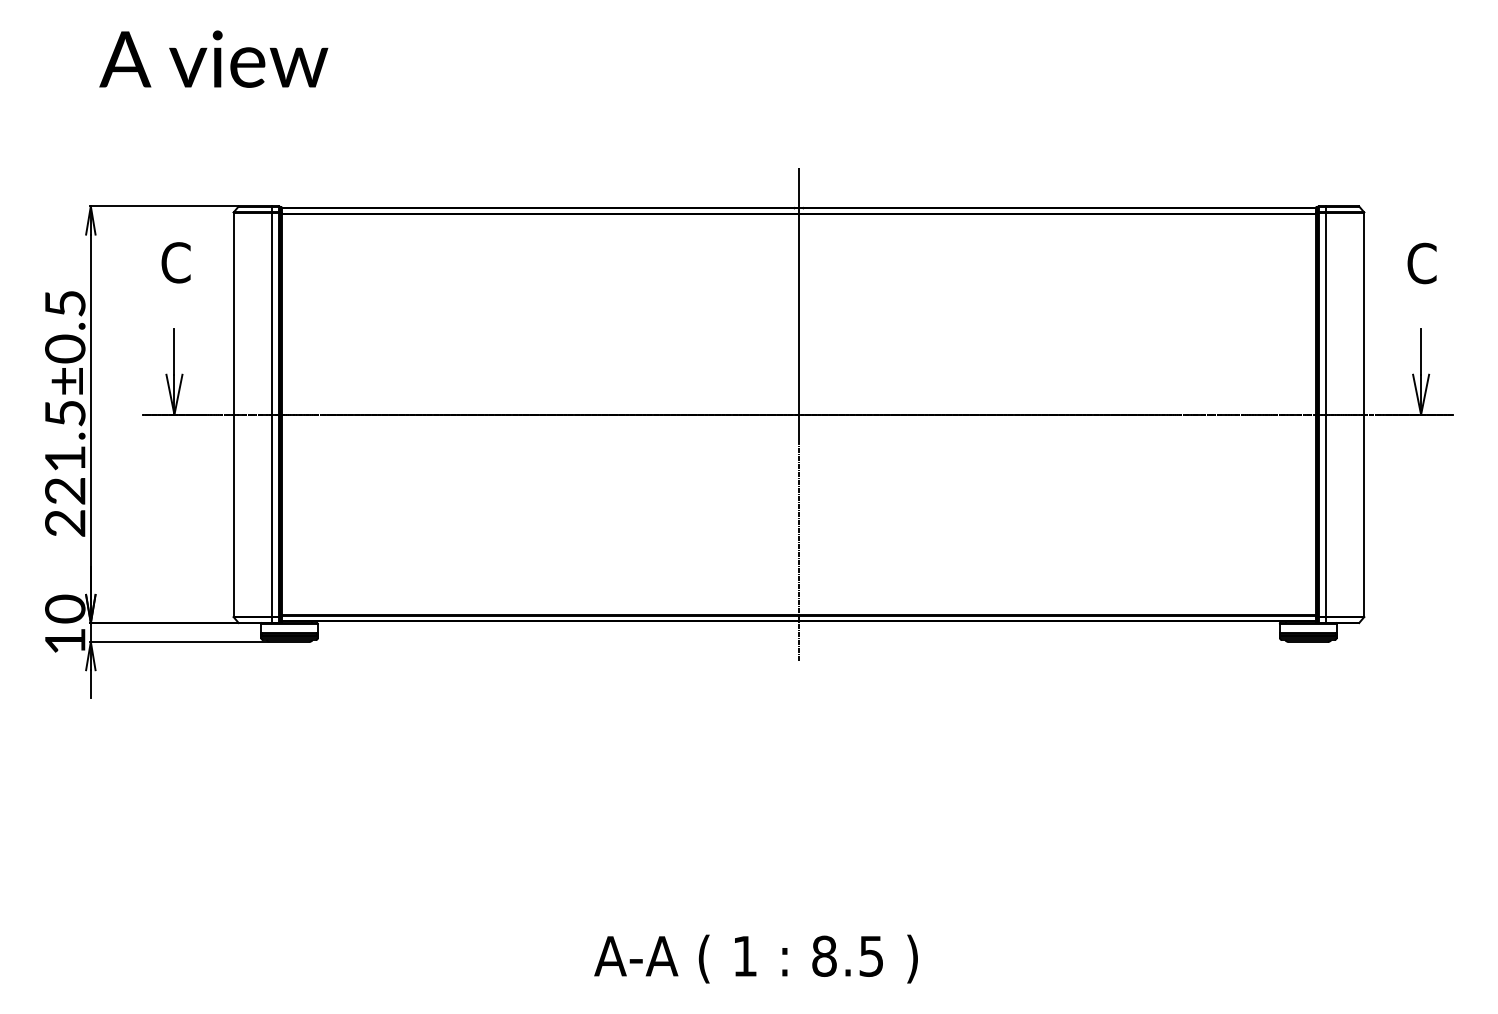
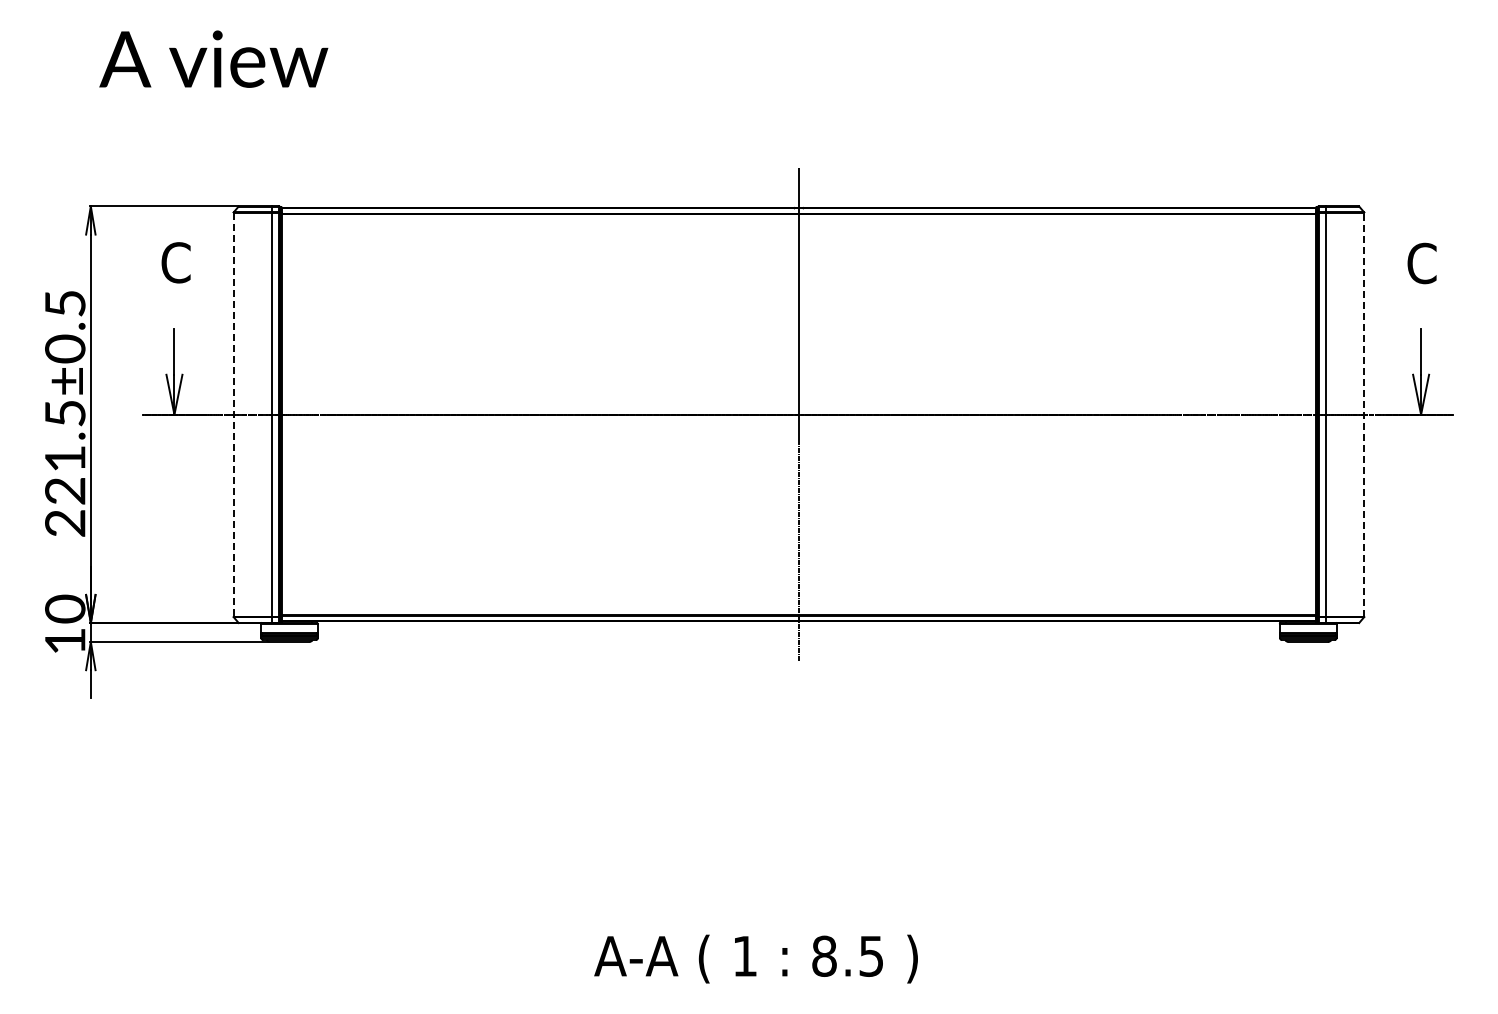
line at (233, 414): solid -> dashed
line at (1364, 414): solid -> dashed
